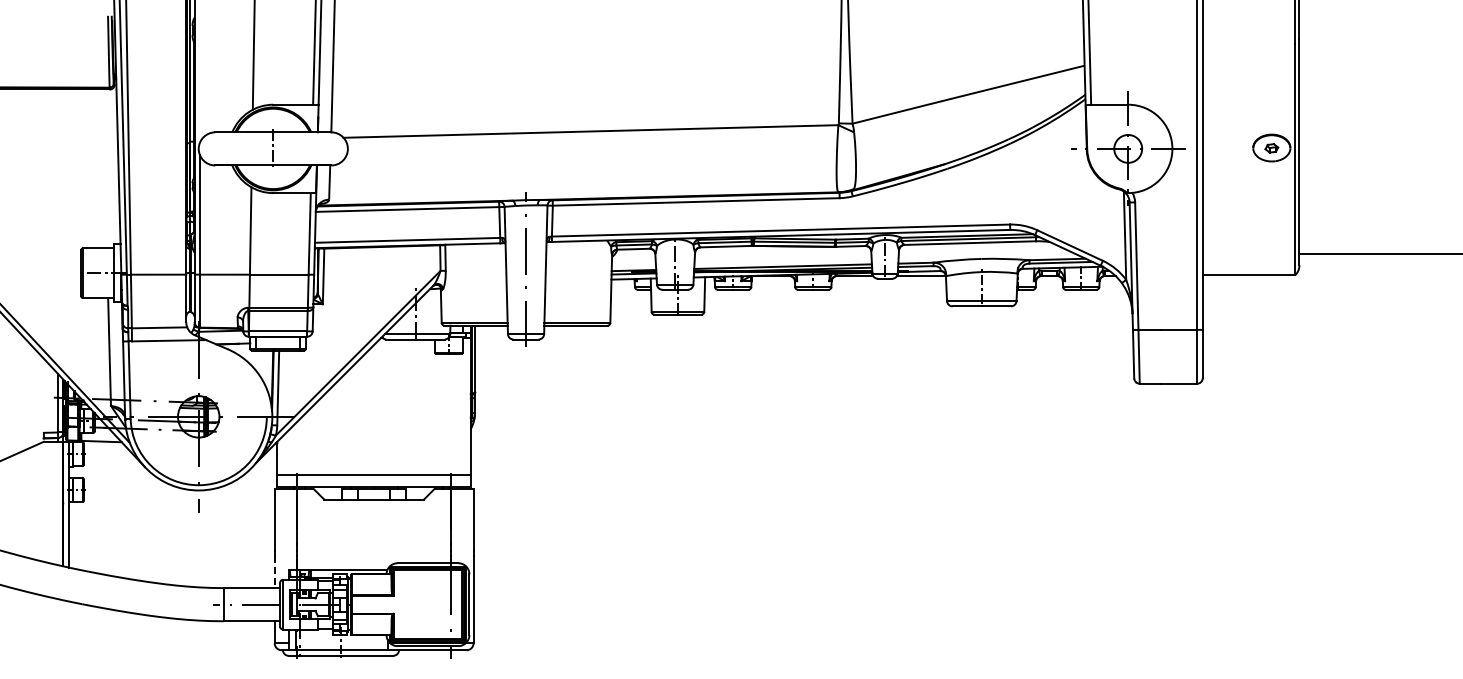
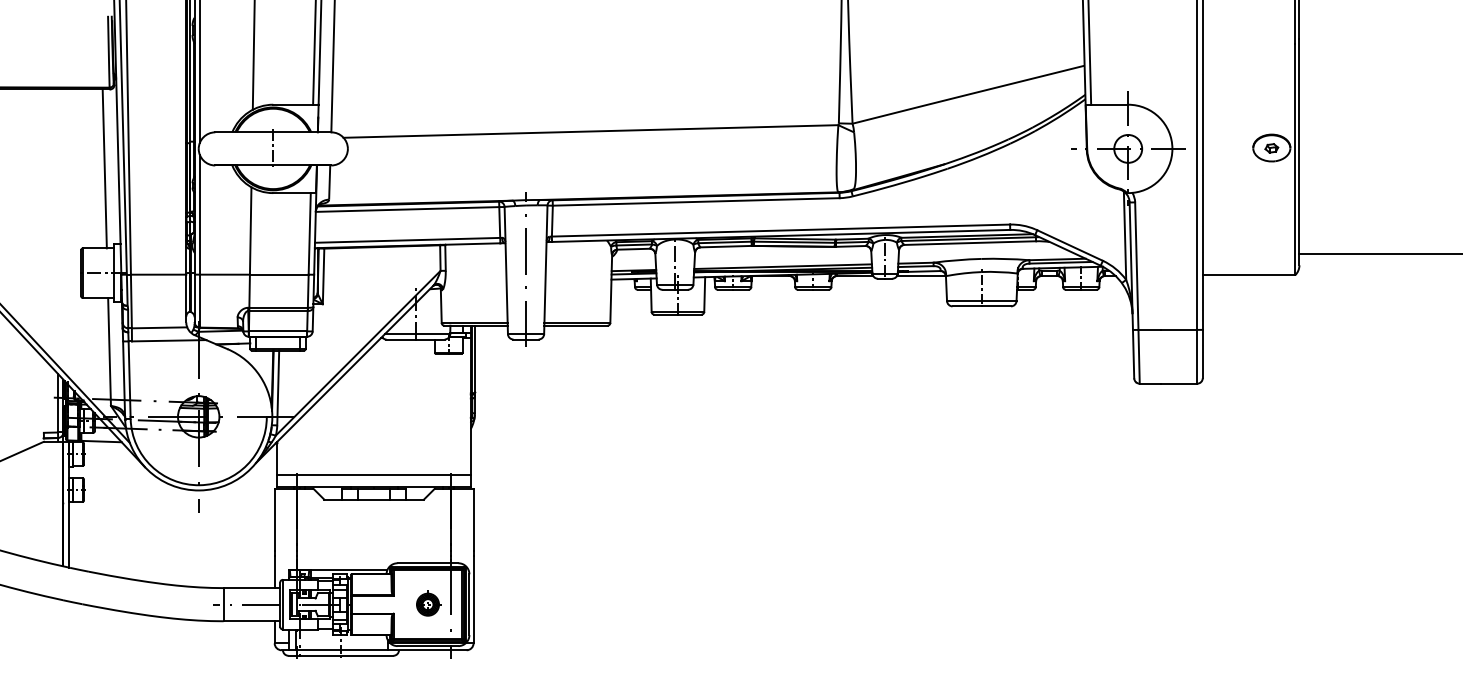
line at (200, 72): none -> present
line at (104, 168): none -> present
line at (274, 572): dashed -> solid
part at (428, 603): none -> present
